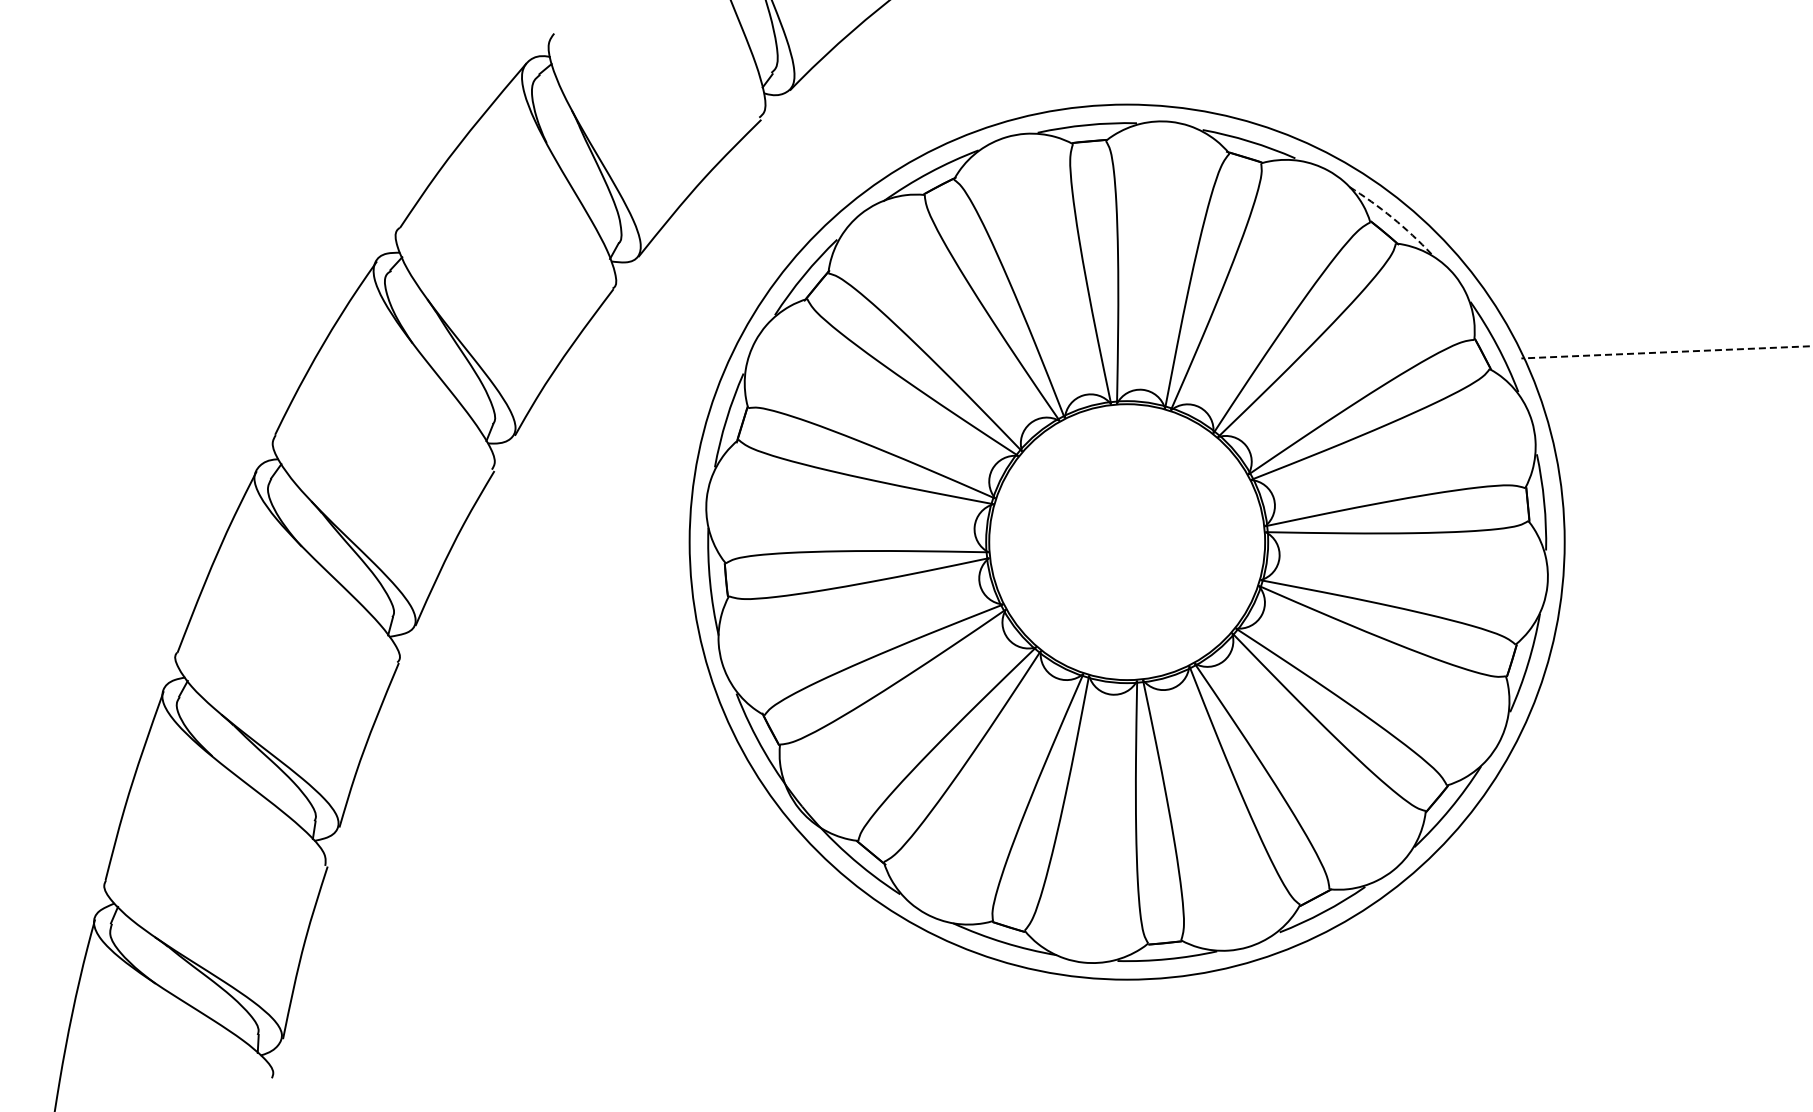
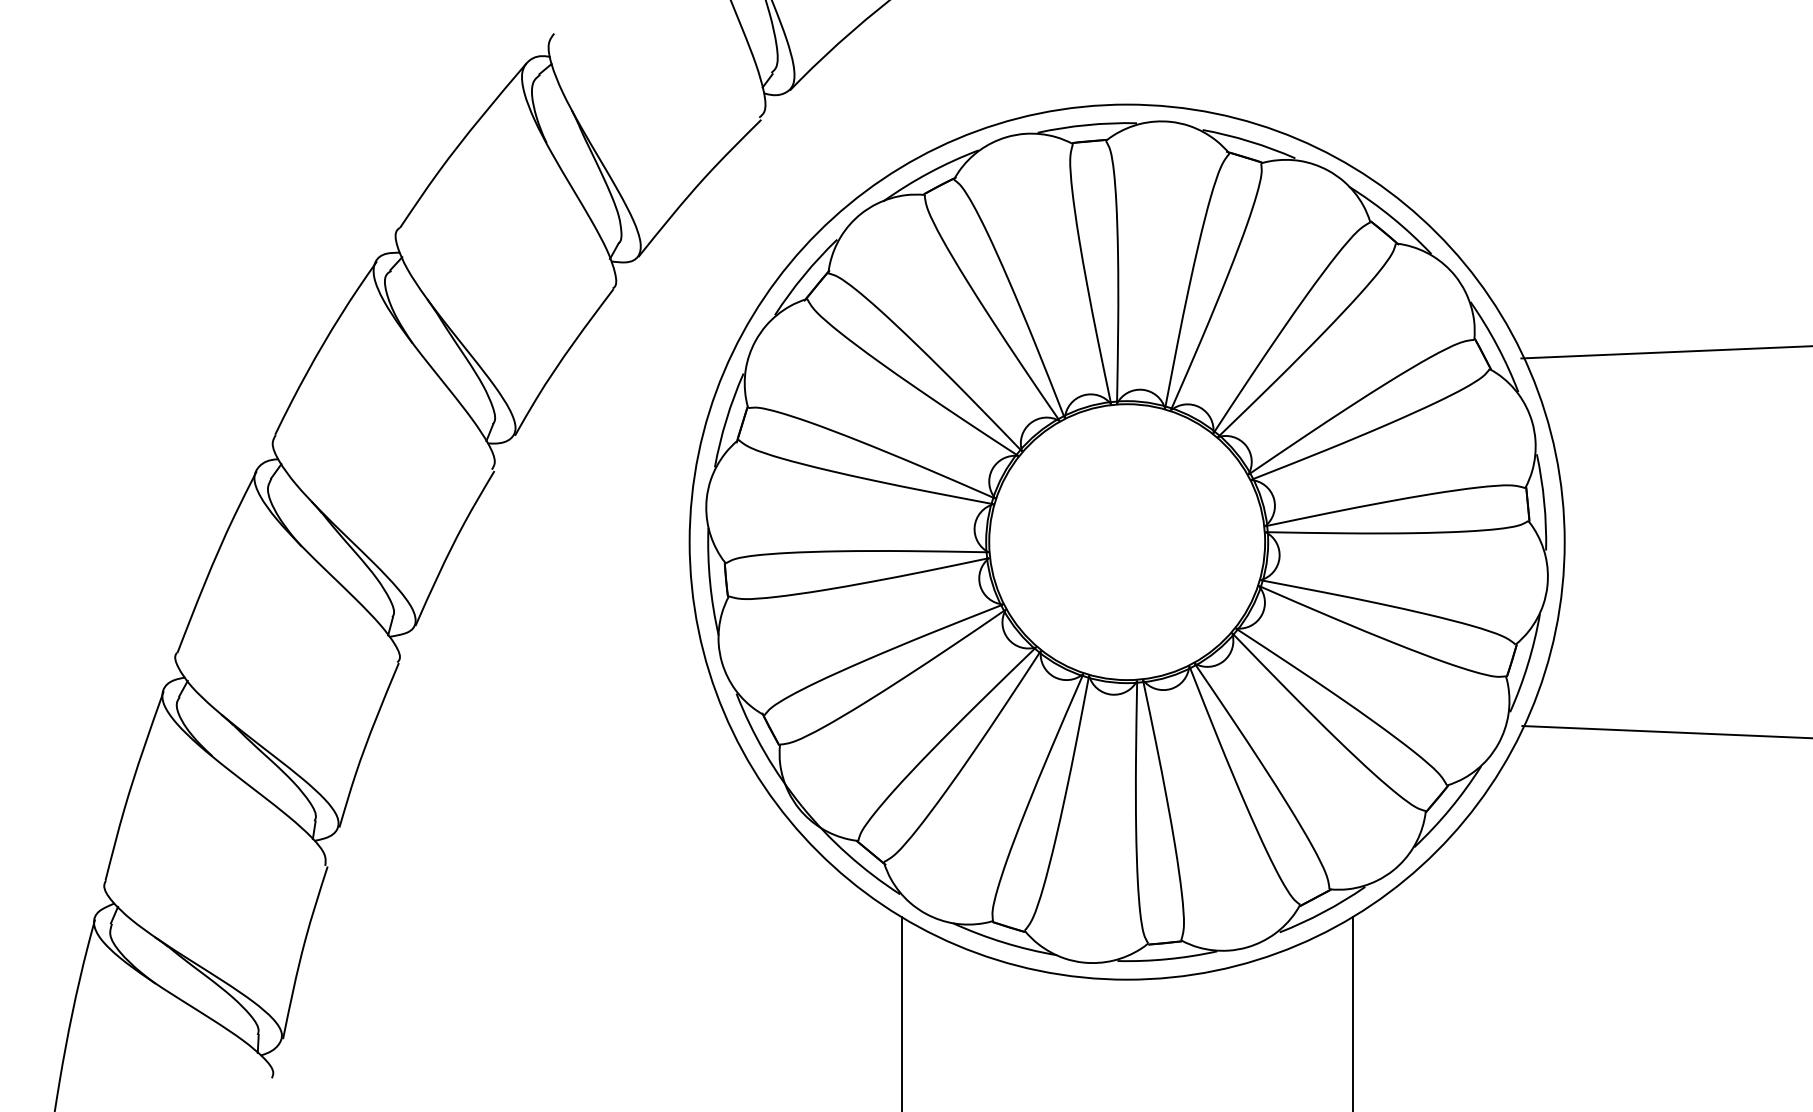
arc at (1392, 217): dashed -> solid
line at (1667, 352): dashed -> solid
line at (1665, 732): none -> present
line at (901, 1012): none -> present
line at (1352, 1012): none -> present
